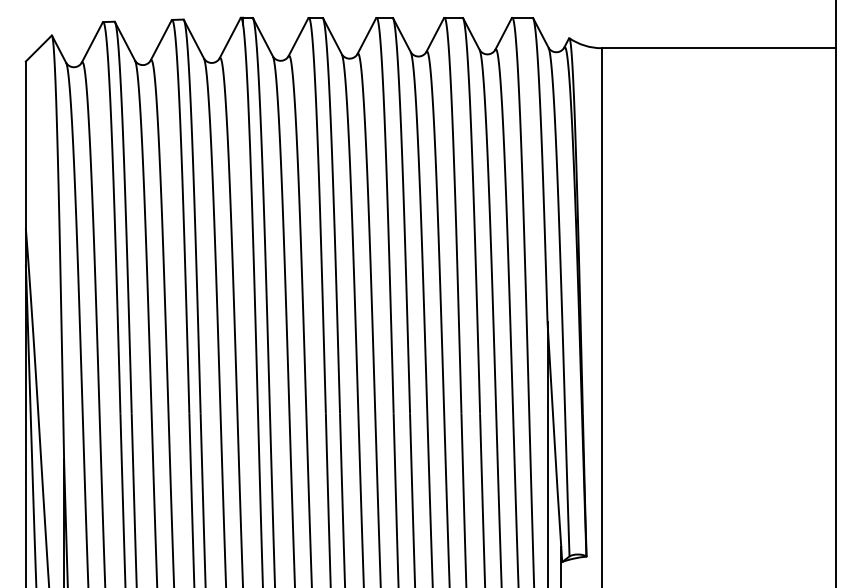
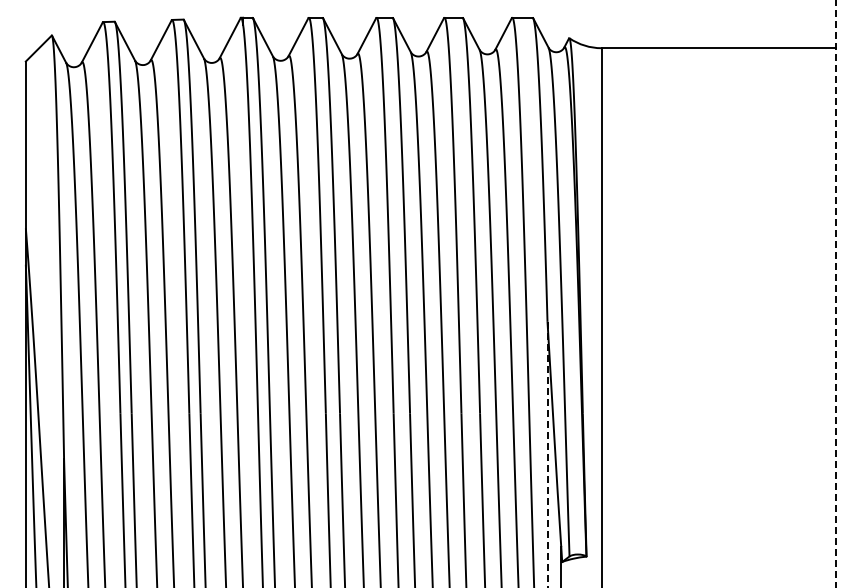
line at (836, 293): solid -> dashed
line at (547, 454): solid -> dashed
